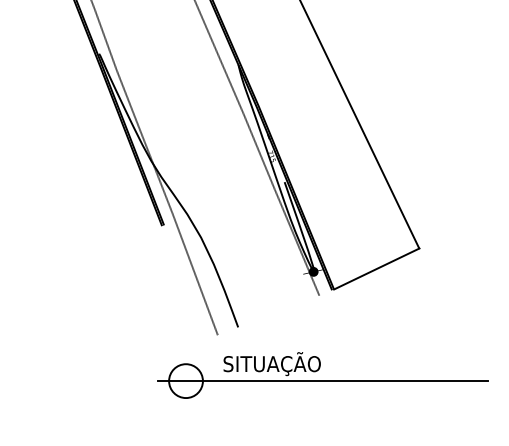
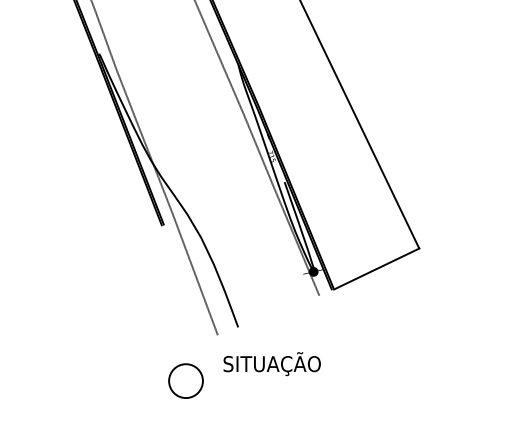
line at (322, 381): present -> none
